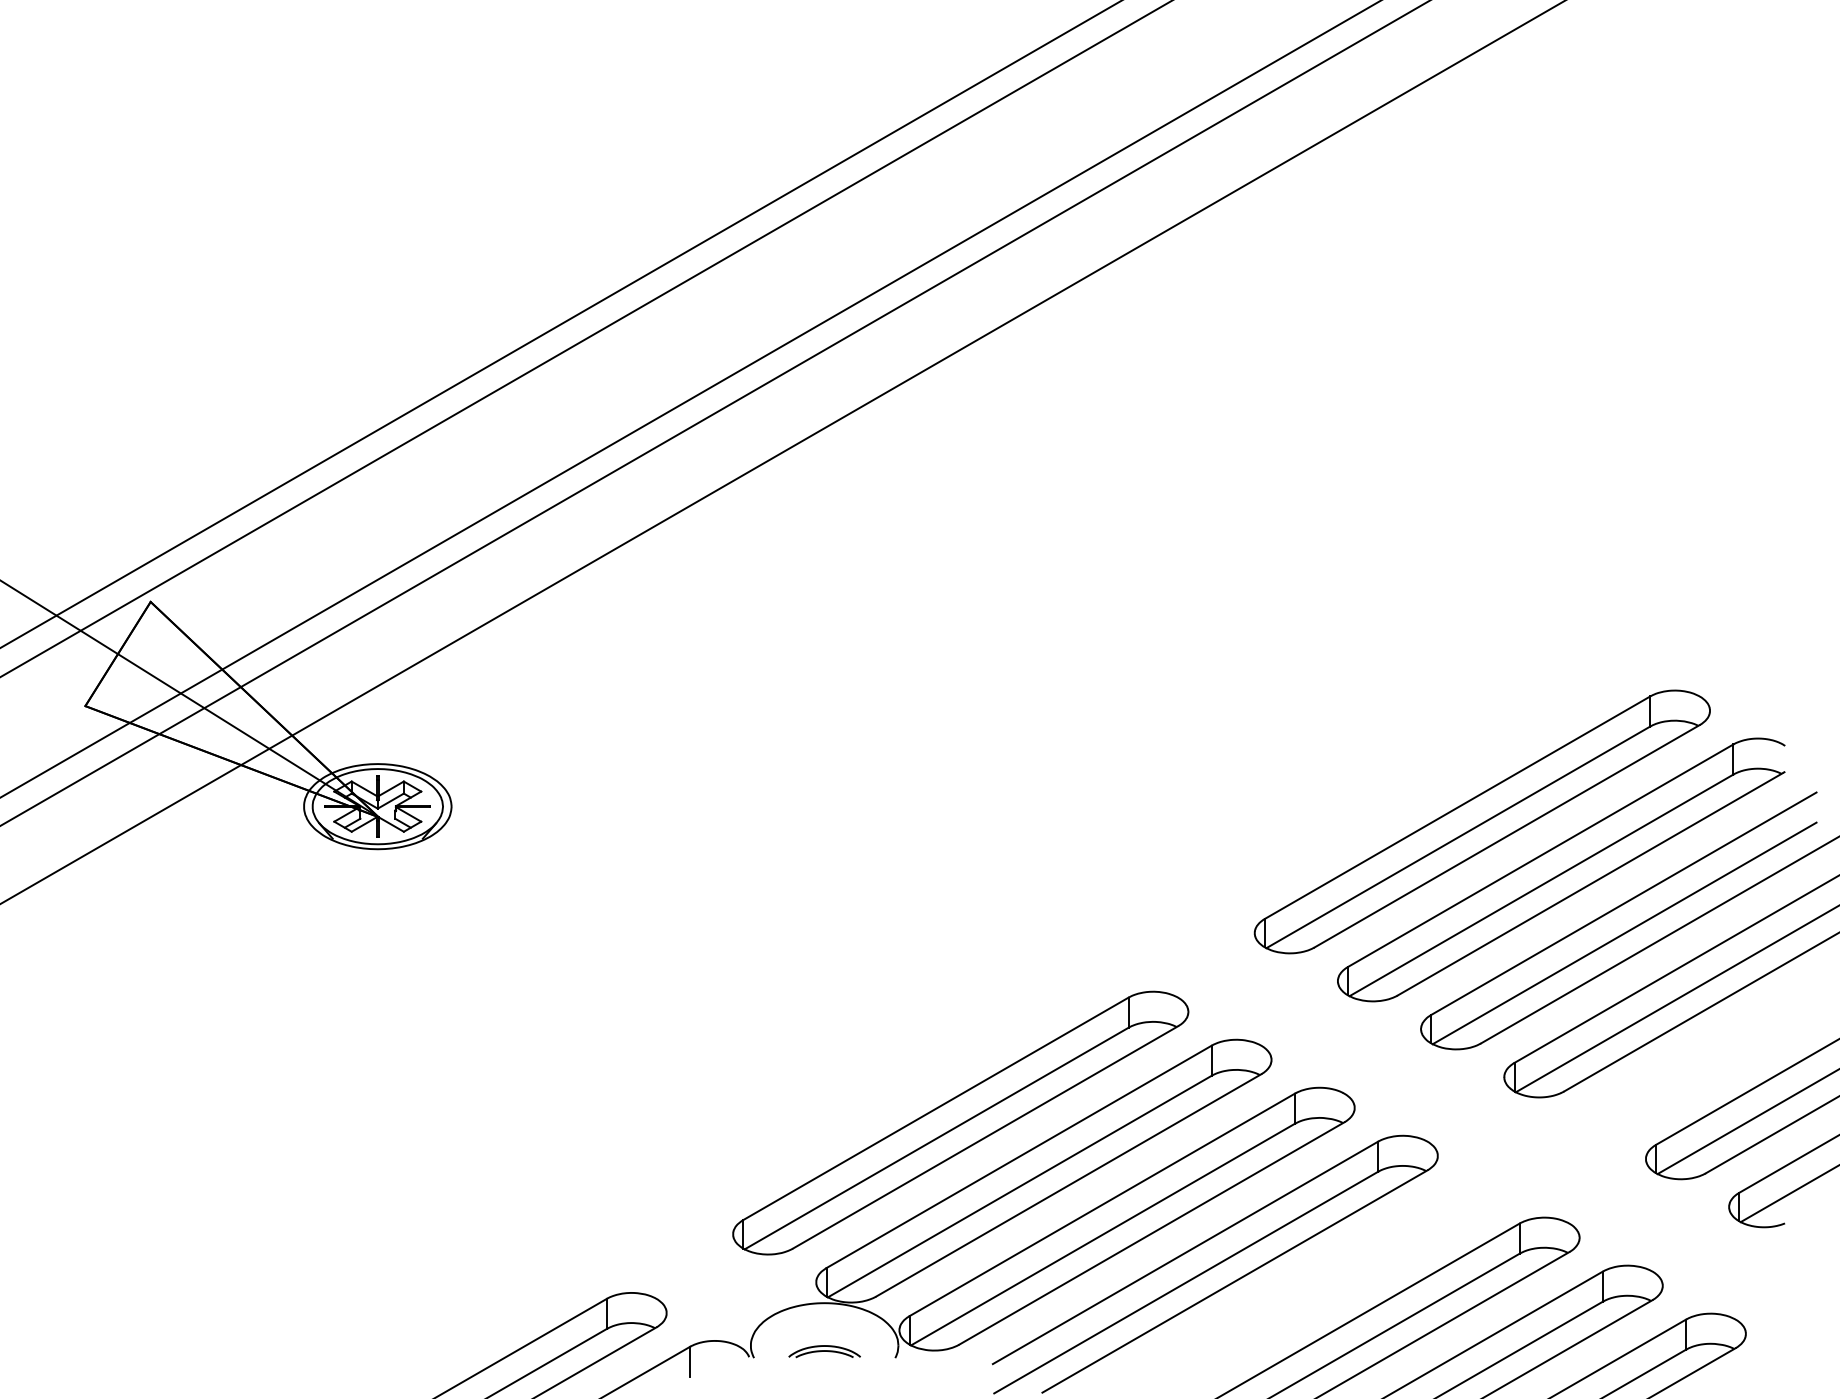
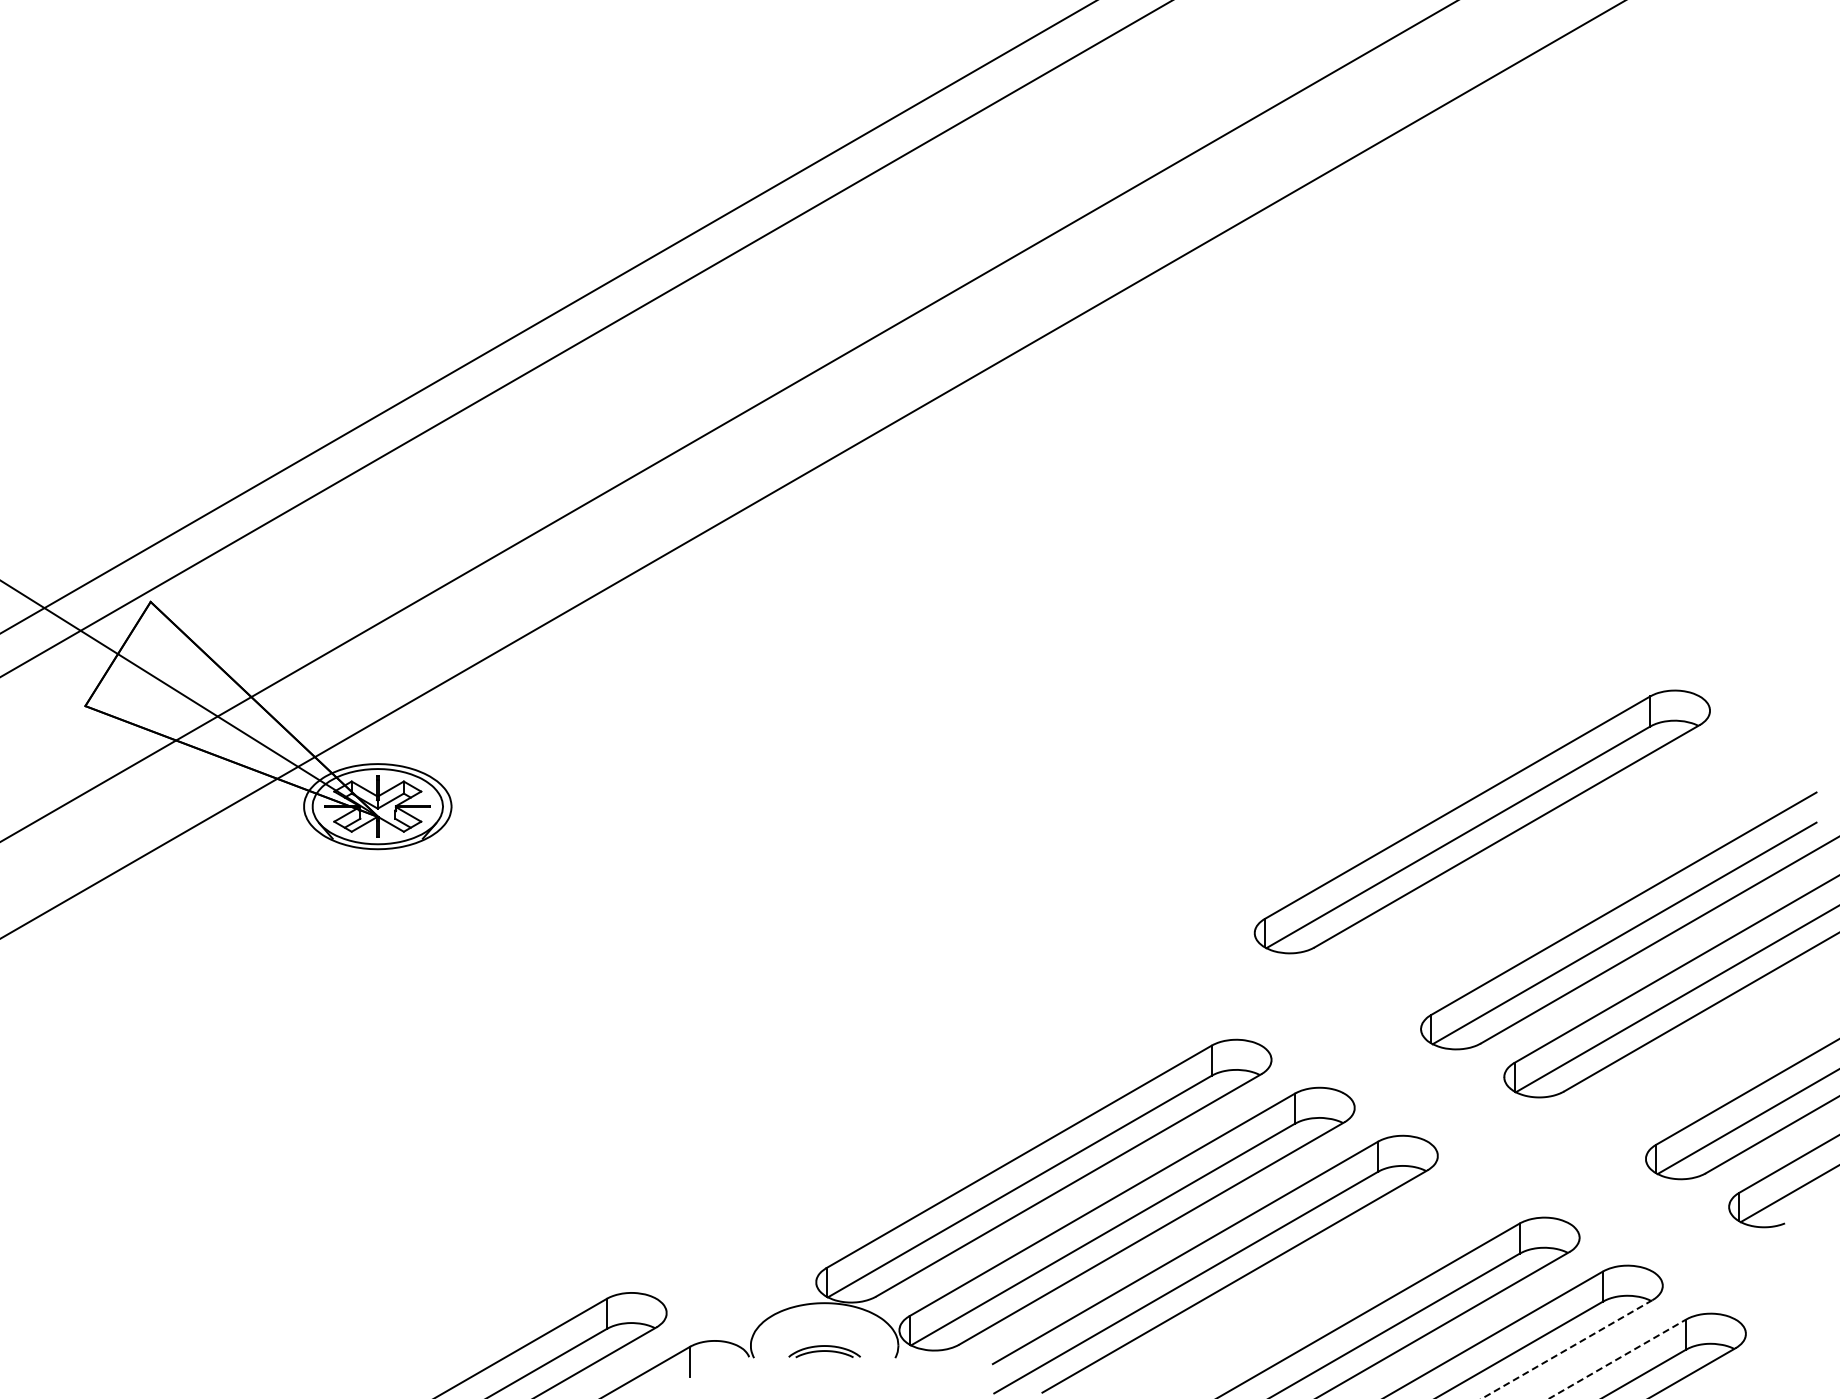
line at (560, 324) position: (560, 324) -> (547, 317)
line at (689, 399): present -> none
line at (714, 413) position: (714, 413) -> (728, 421)
line at (782, 452) position: (782, 452) -> (812, 469)
part at (1561, 869): present -> none
part at (960, 1122): present -> none
line at (1566, 1349): solid -> dashed
line at (1617, 1359): solid -> dashed
